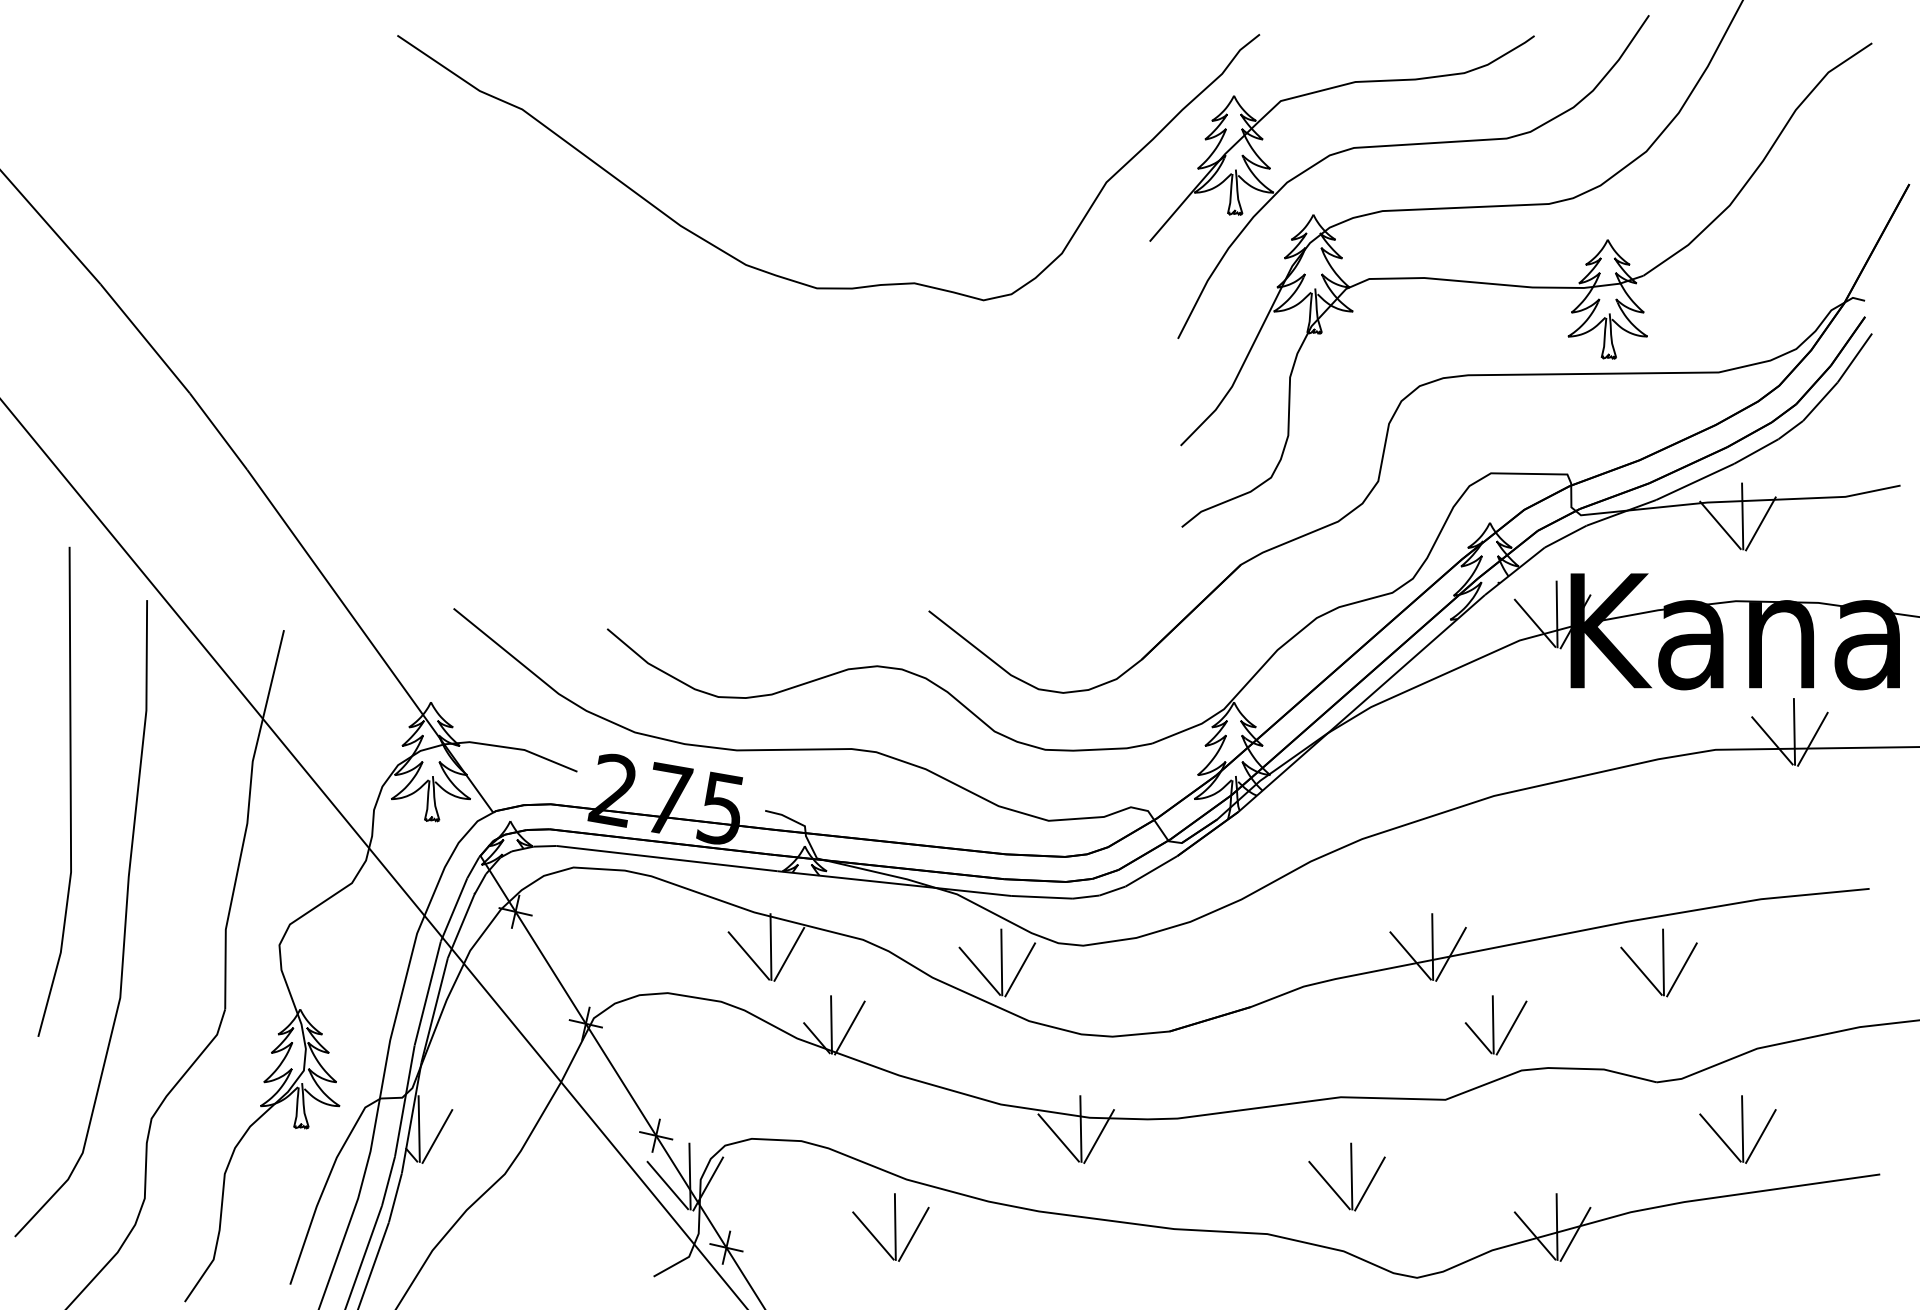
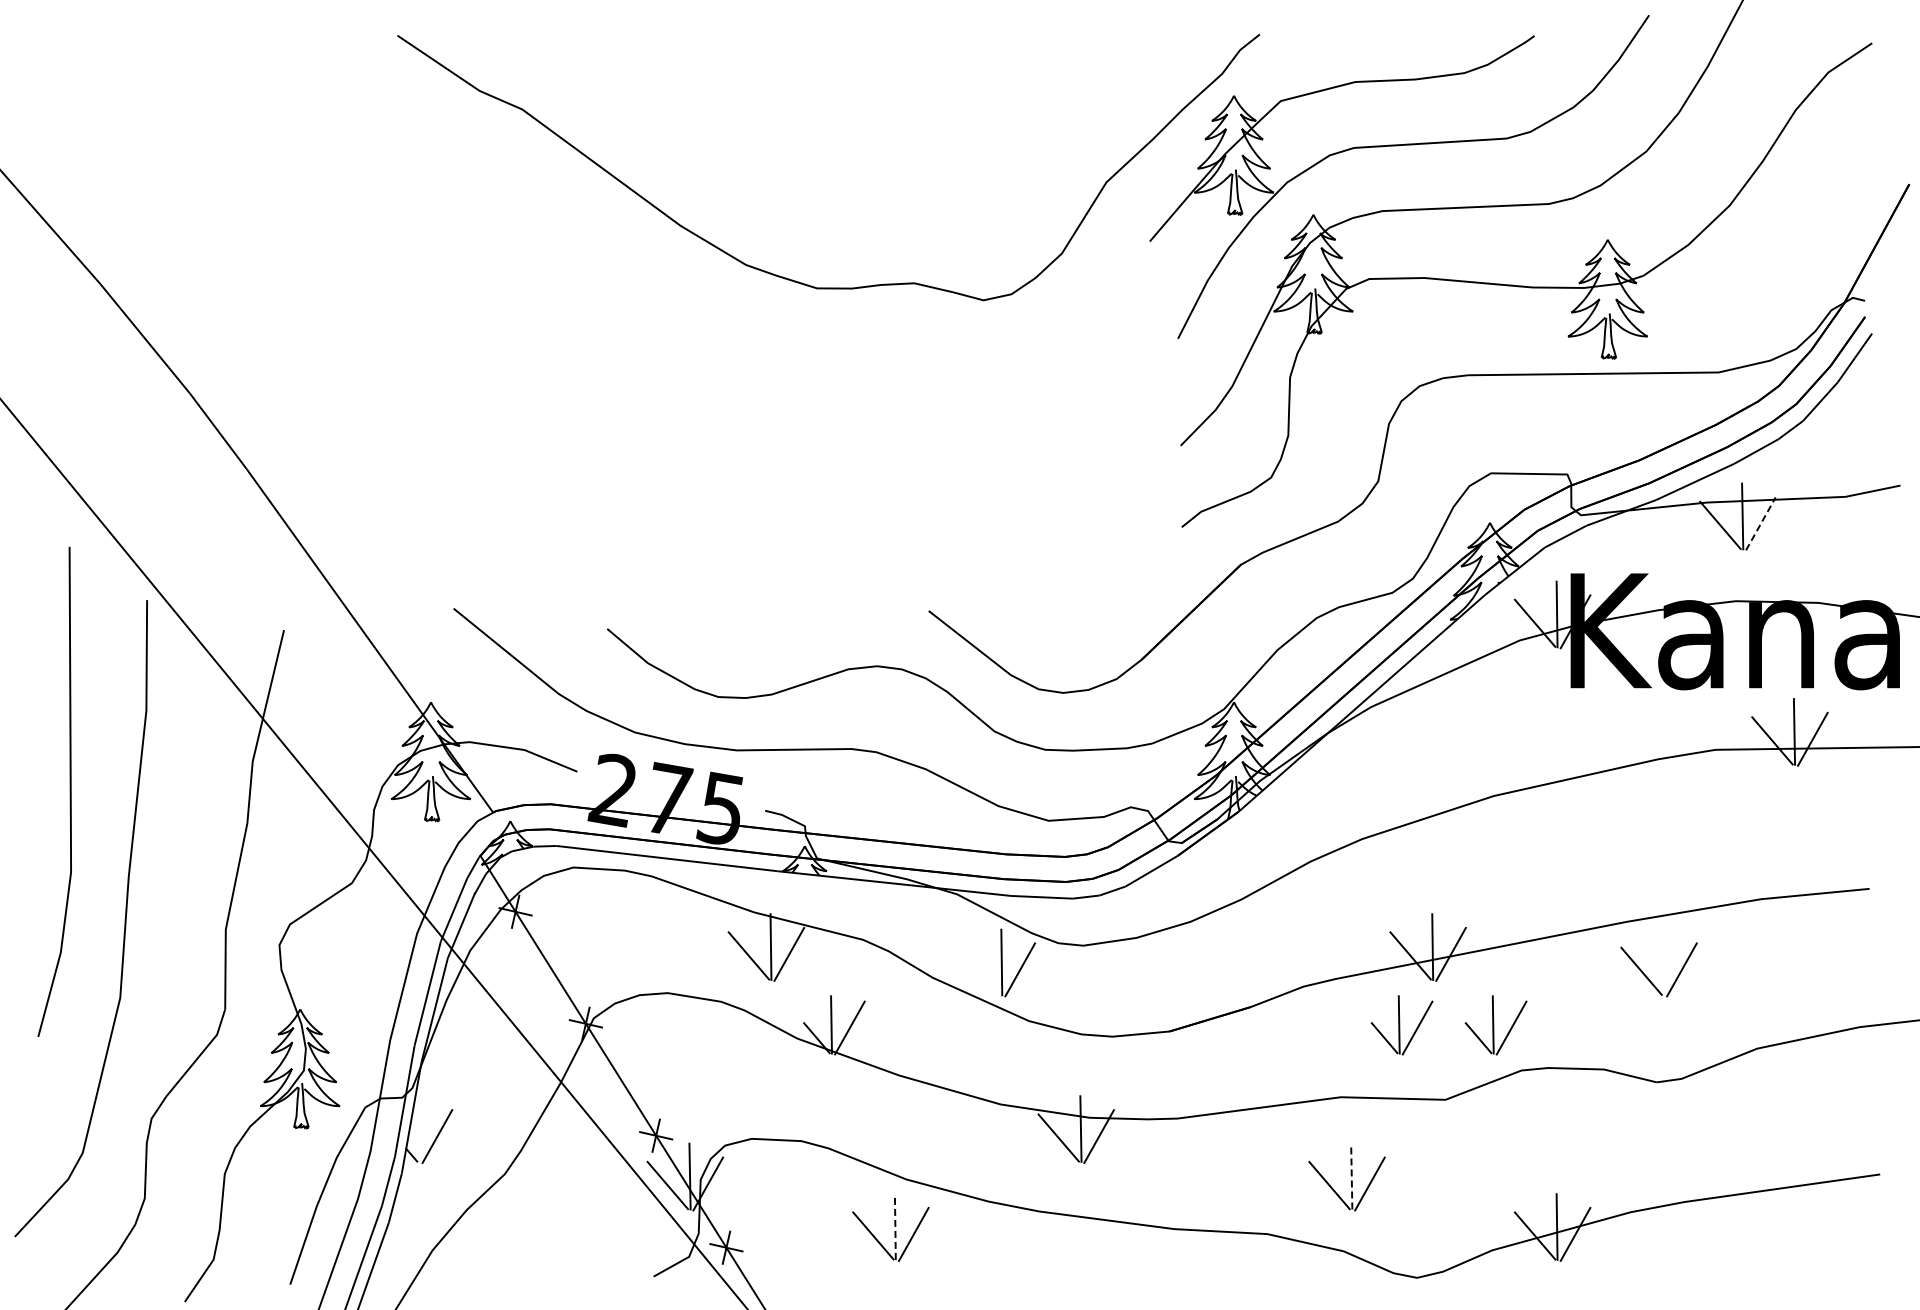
line at (1761, 523): solid -> dashed
line at (1663, 962): present -> none
line at (979, 970): present -> none
part at (1401, 1025): none -> present
line at (418, 1128): present -> none
part at (1737, 1129): present -> none
line at (1351, 1176): solid -> dashed
line at (895, 1227): solid -> dashed
